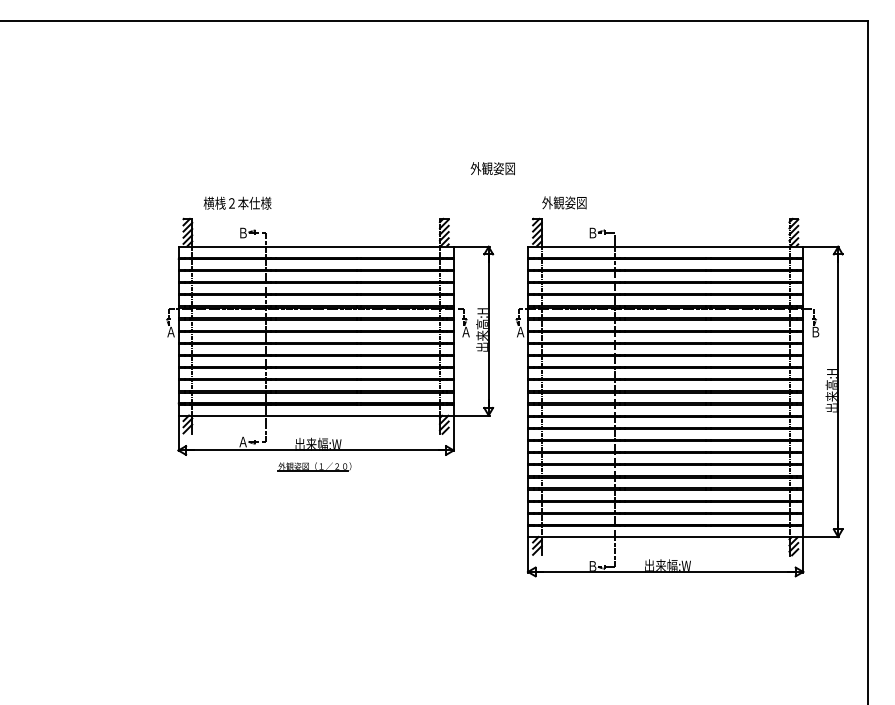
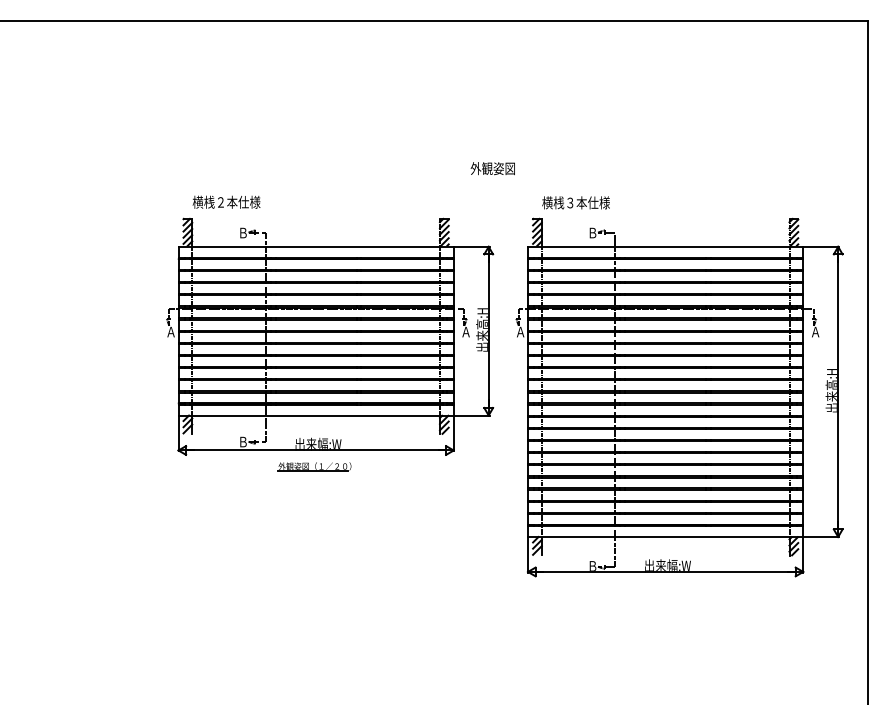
text at (237, 202) position: (237, 202) -> (226, 201)
text at (575, 202): 外観姿図 -> 横桟３本仕様
text at (815, 331): Ｂ -> Ａ
text at (242, 441): Ａ -> Ｂ
